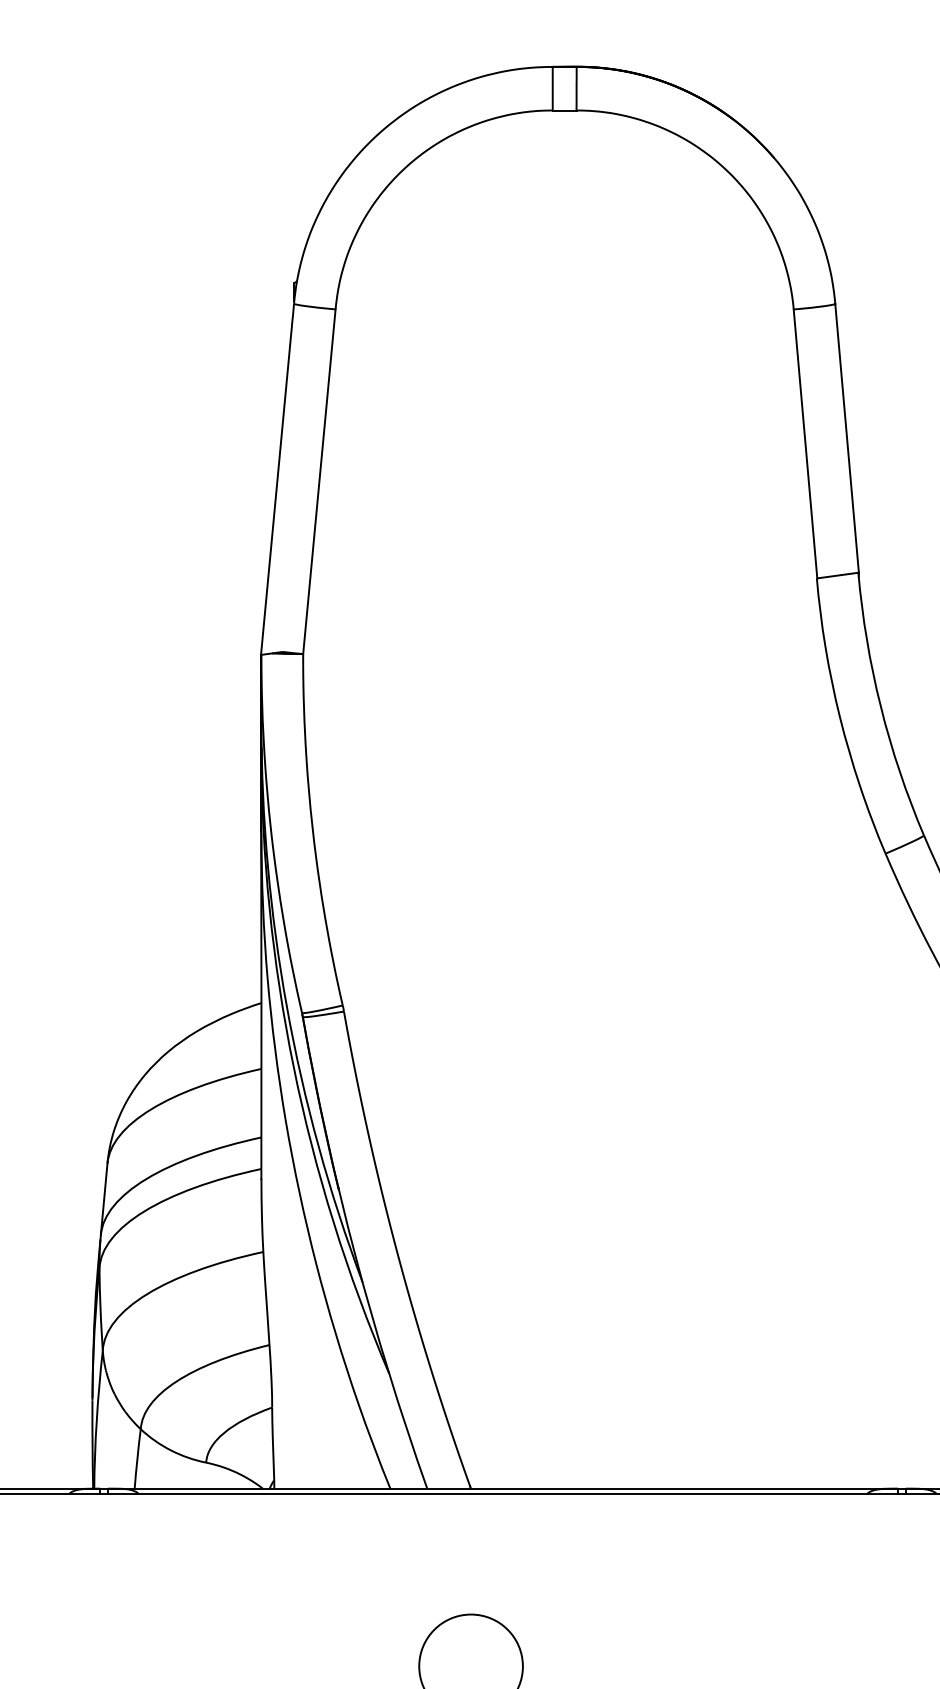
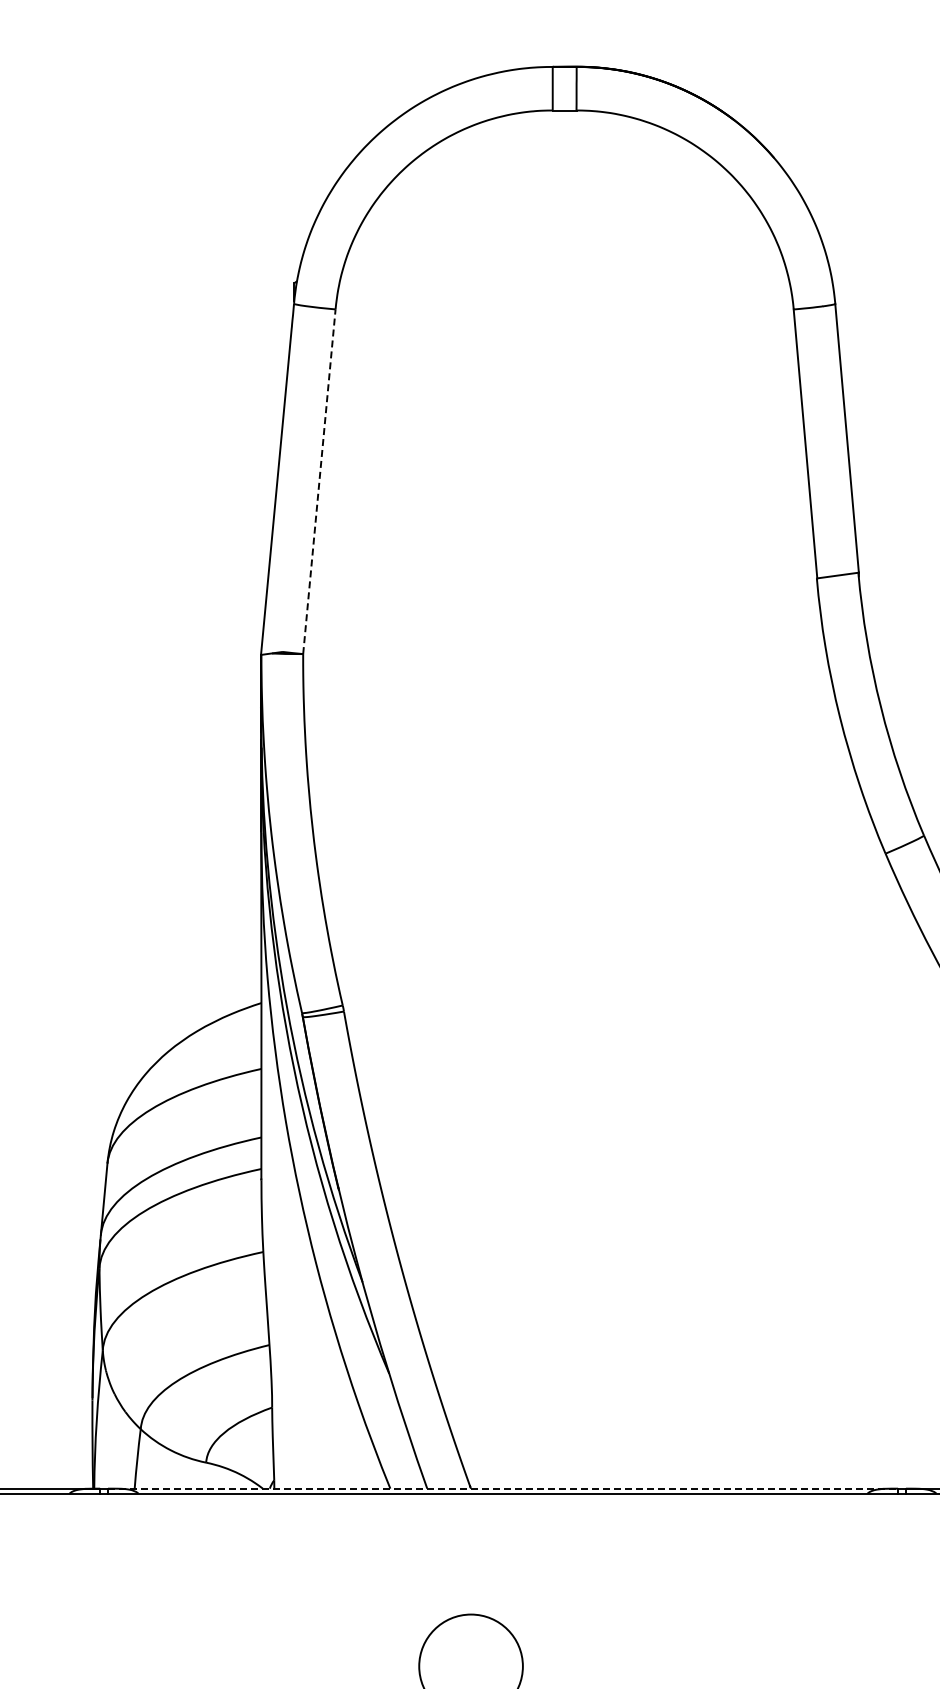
line at (319, 481): solid -> dashed
line at (503, 1488): solid -> dashed
